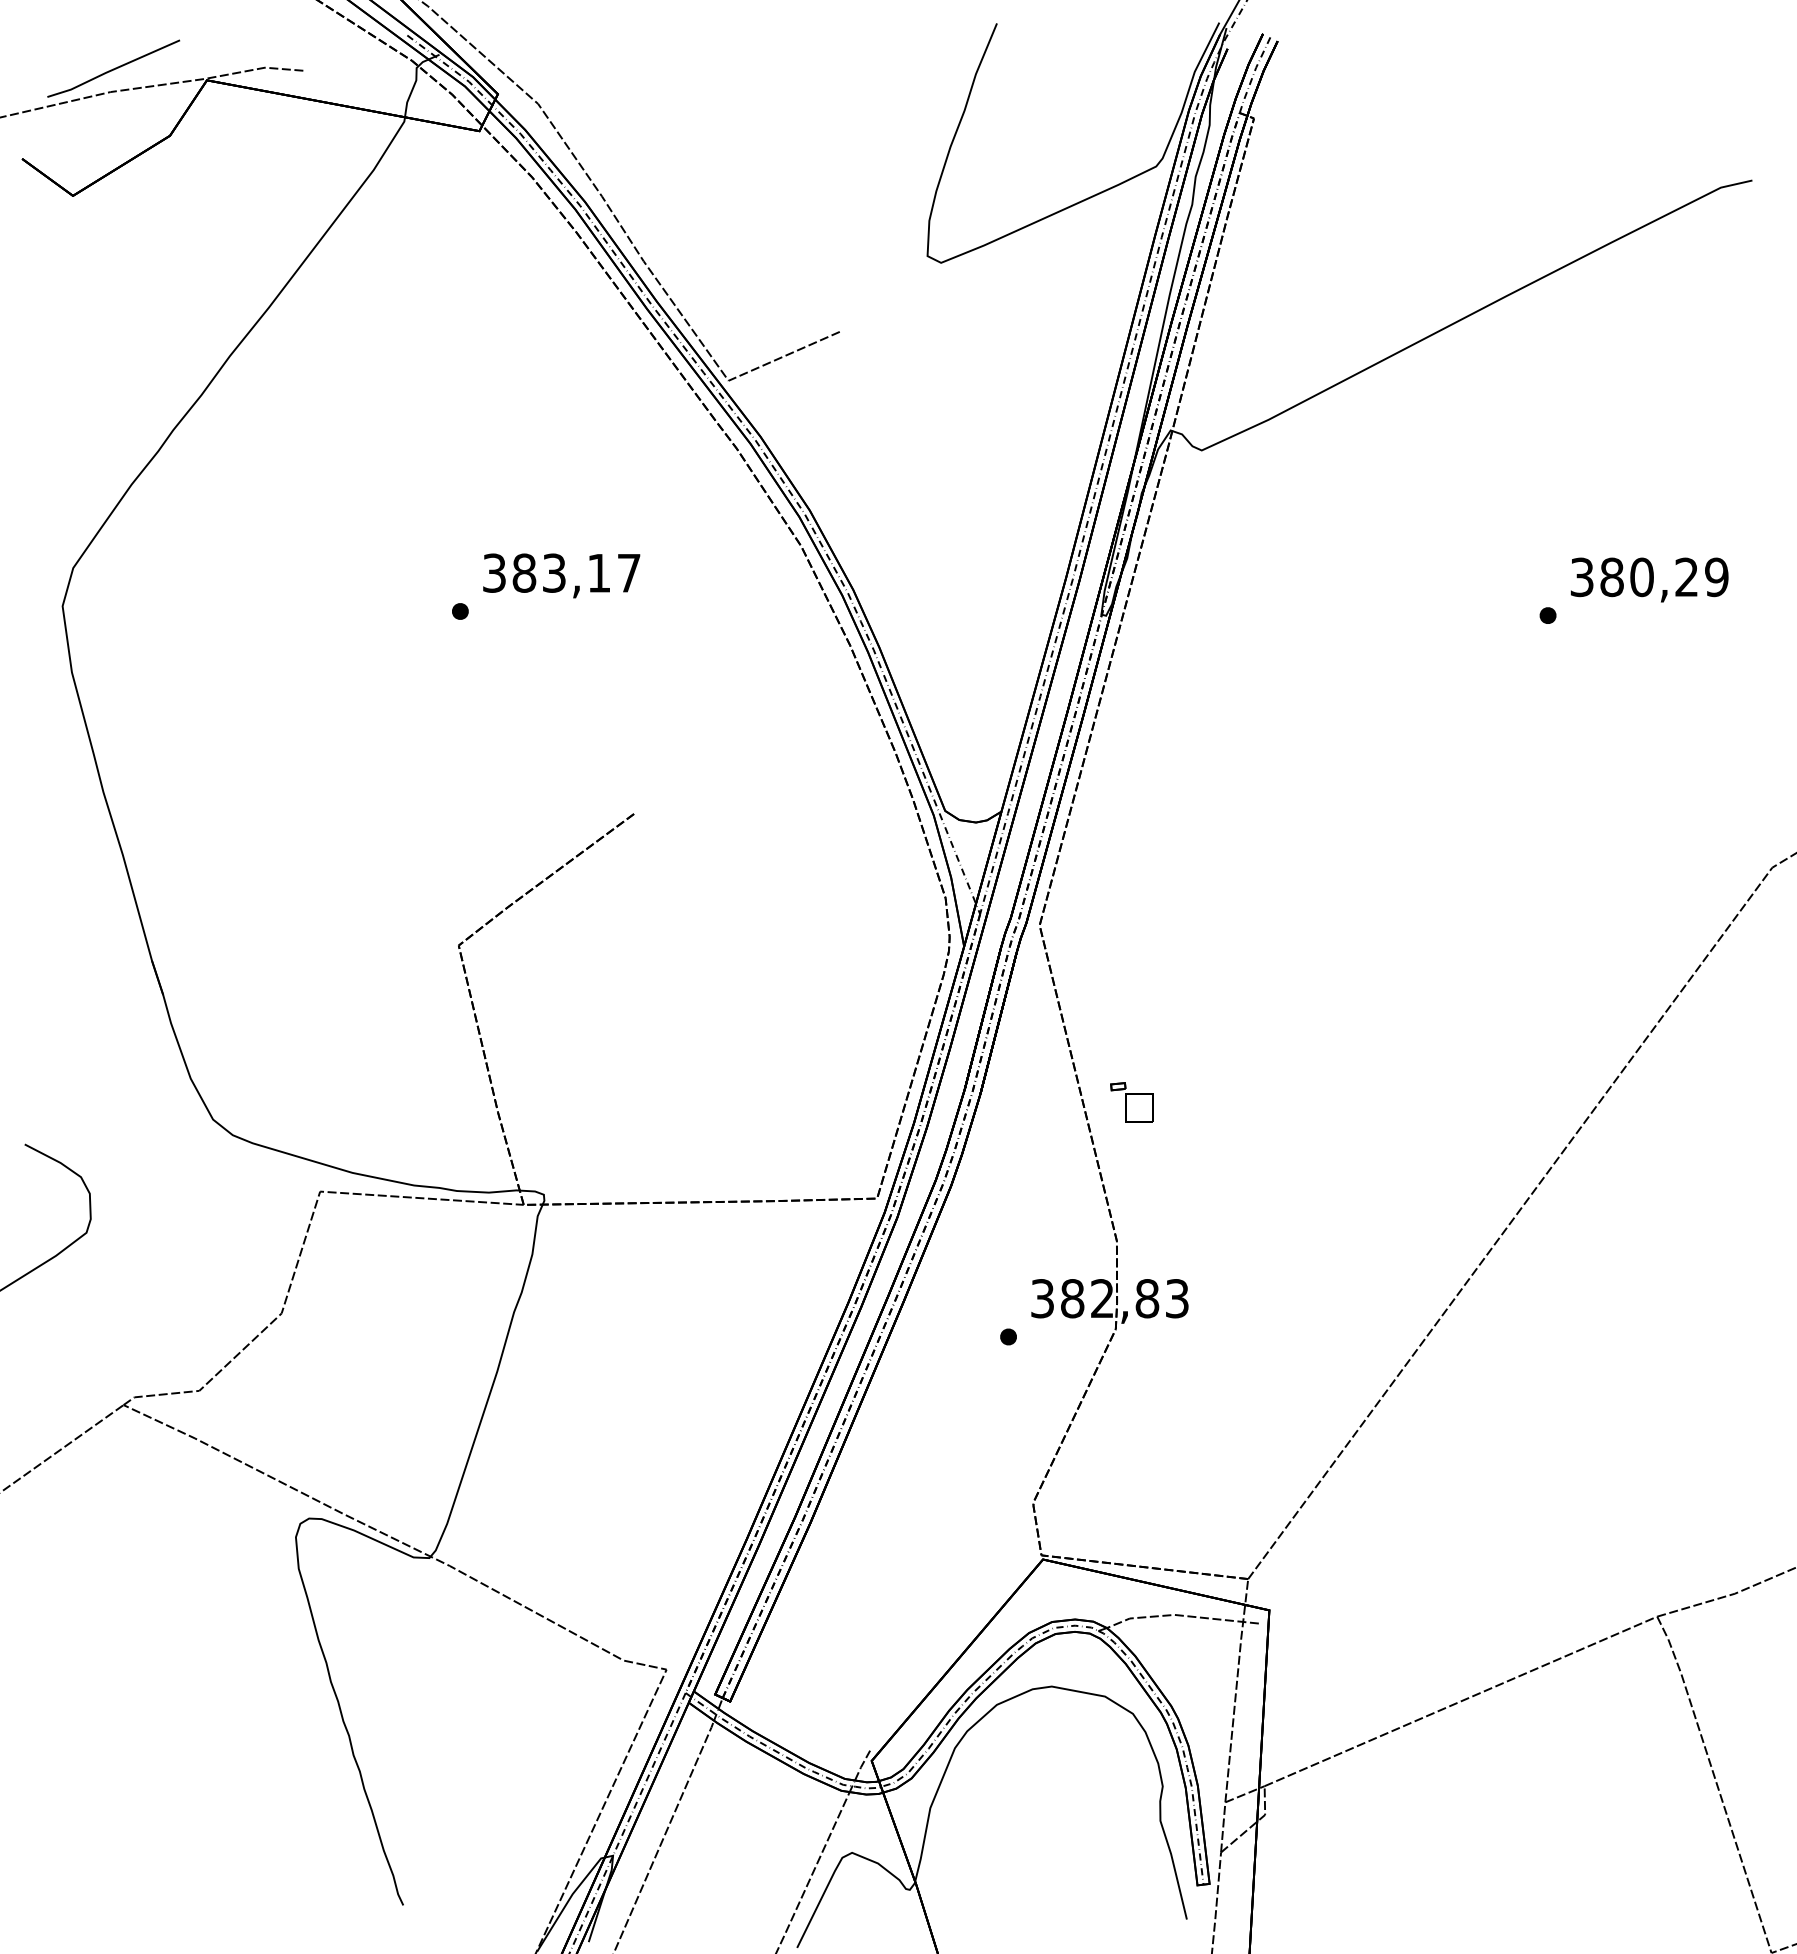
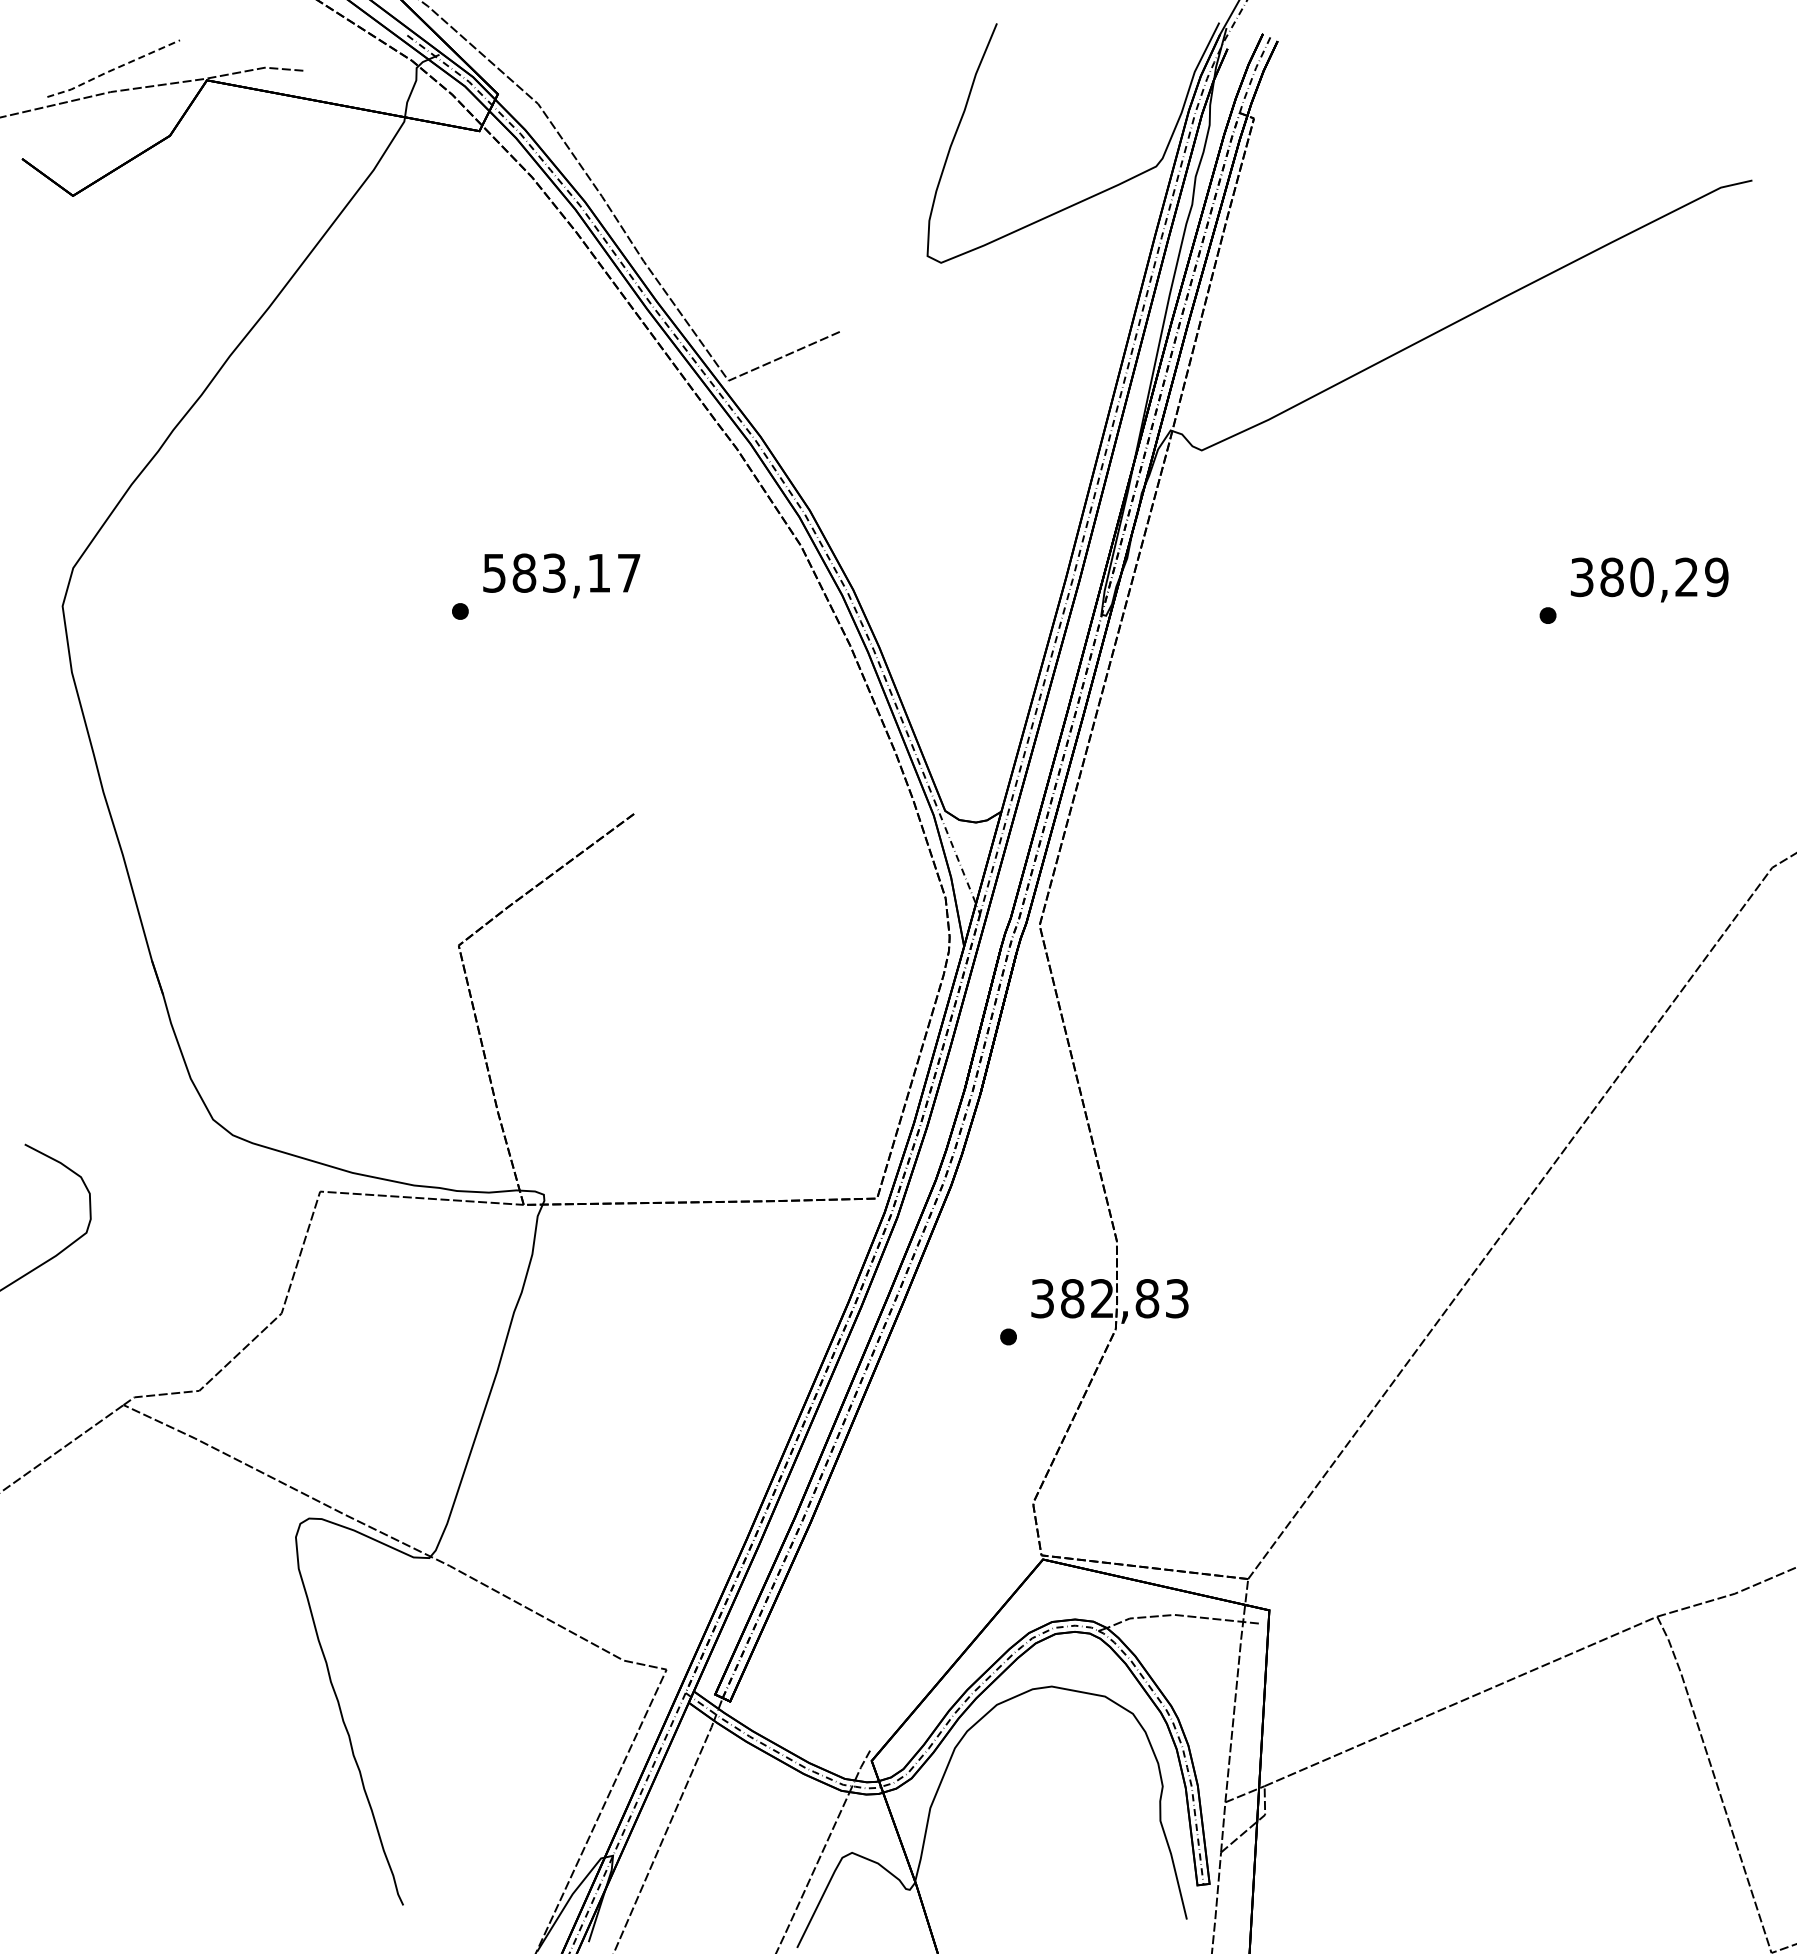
line at (113, 69): solid -> dashed
text at (494, 572): 383,17 -> 583,17
part at (1131, 1102): present -> none
